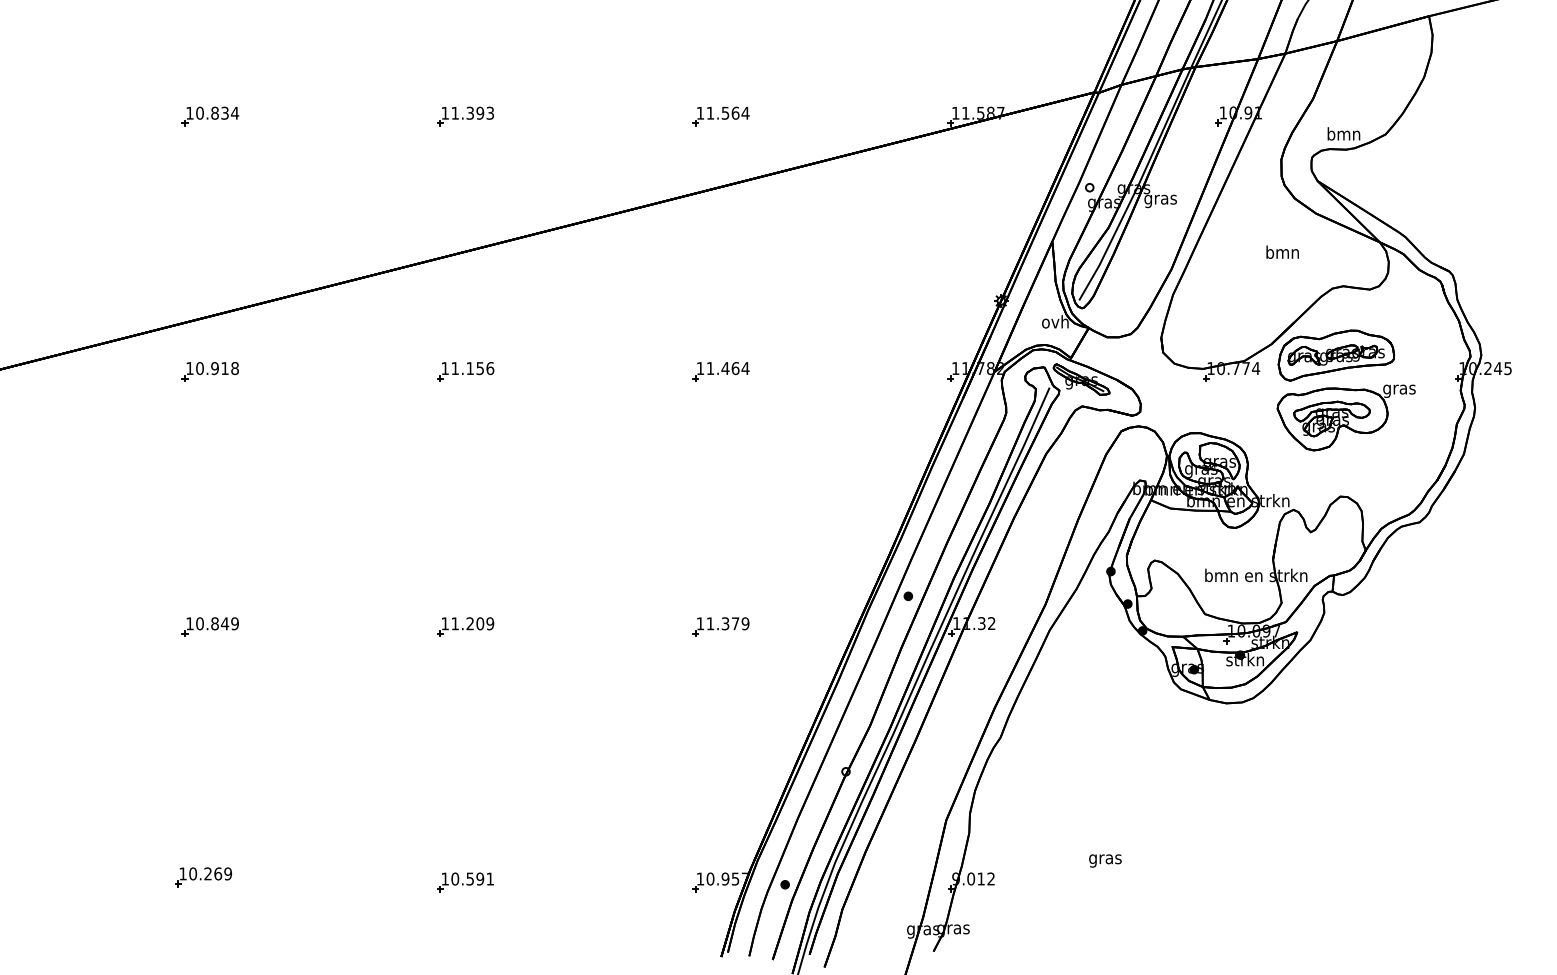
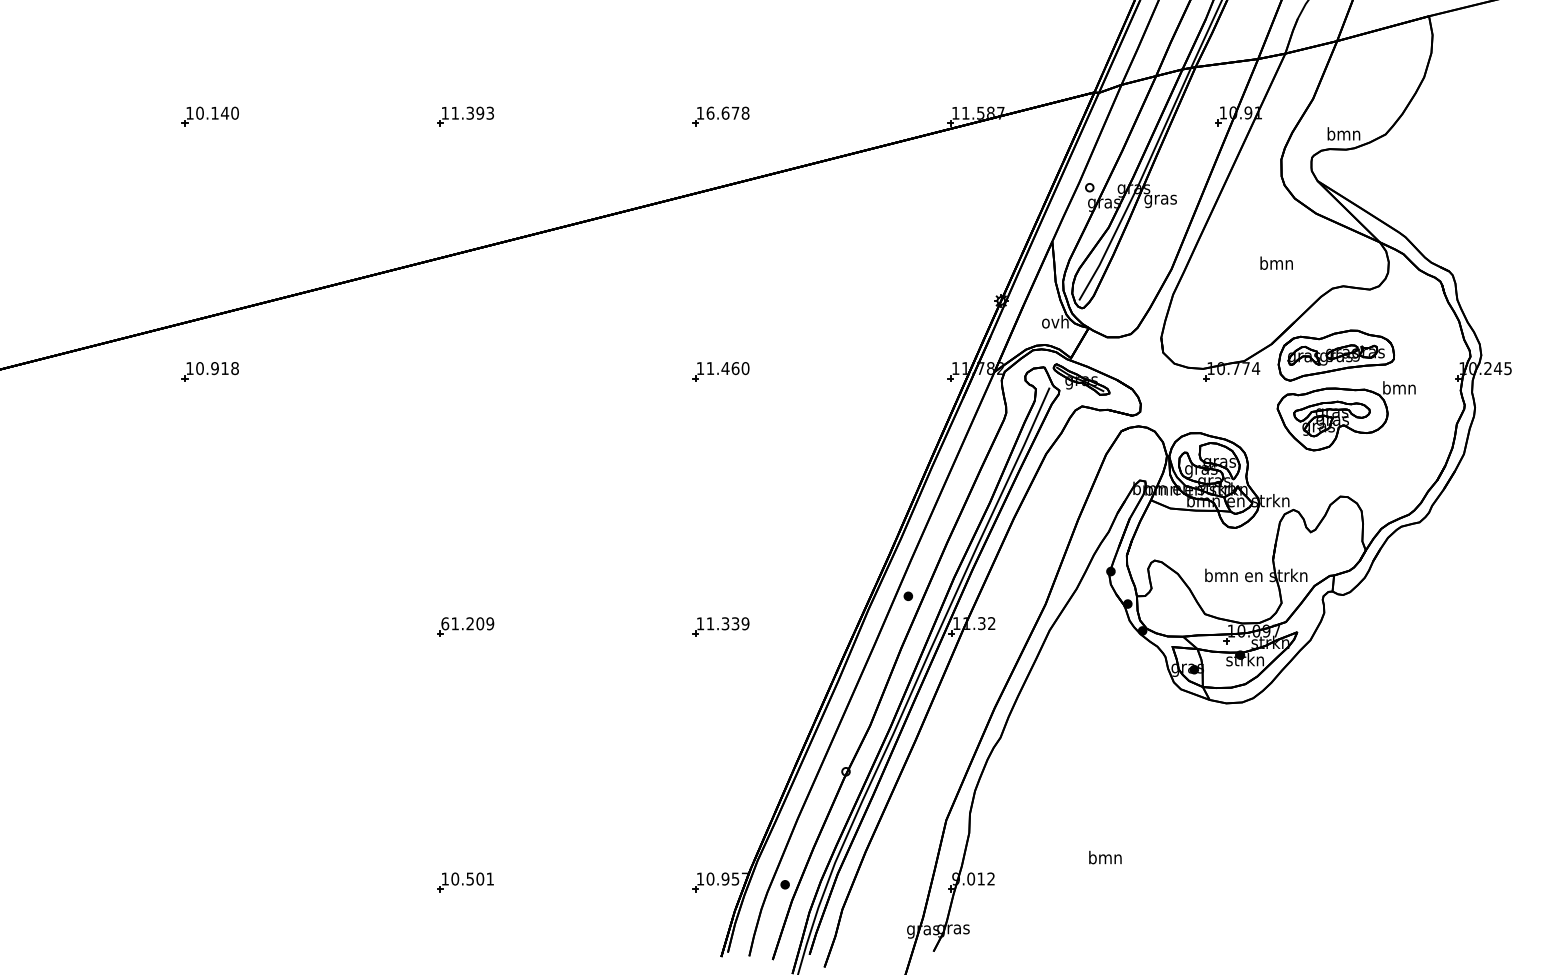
text at (225, 112): 10.834 -> 10.140
text at (727, 112): 11.564 -> 16.678
text at (1282, 251) position: (1282, 251) -> (1276, 262)
text at (745, 368): 11.464 -> 11.460
part at (465, 371): present -> none
text at (1399, 389): gras -> bmn
text at (445, 623): 11.209 -> 61.209
text at (735, 623): 11.379 -> 11.339
part at (209, 626): present -> none
text at (1105, 858): gras -> bmn
part at (203, 877): present -> none
text at (479, 879): 10.591 -> 10.501
